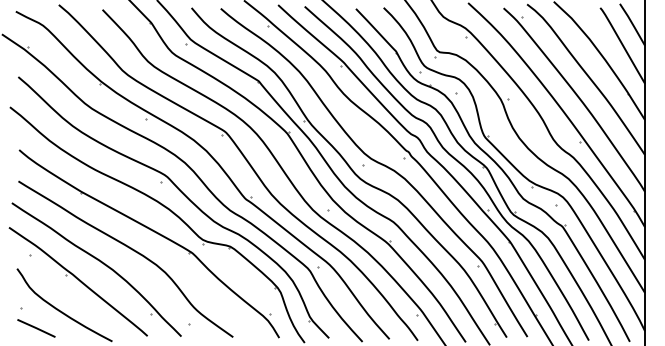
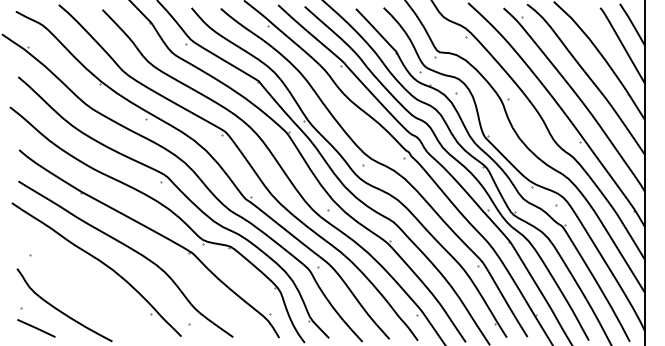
part at (77, 281): present -> none
